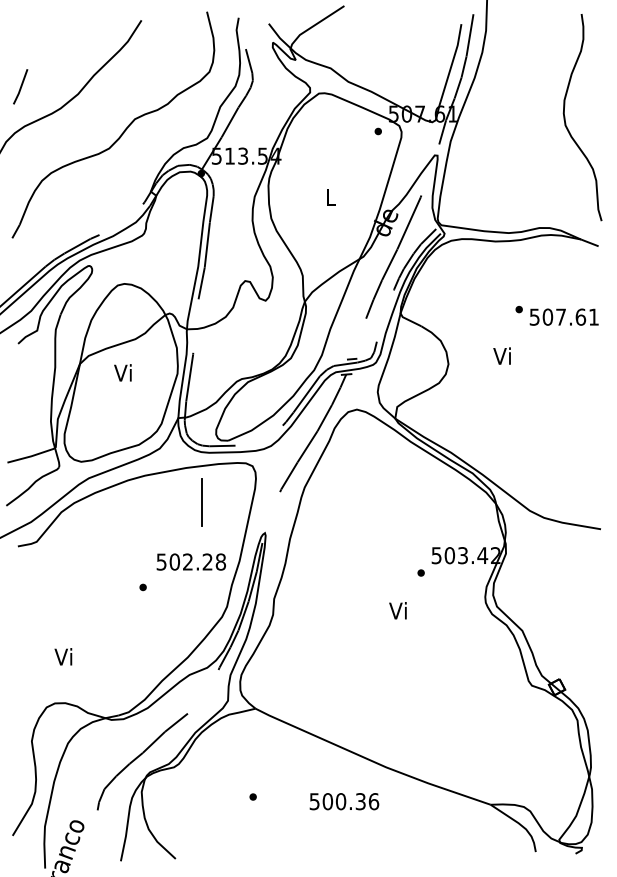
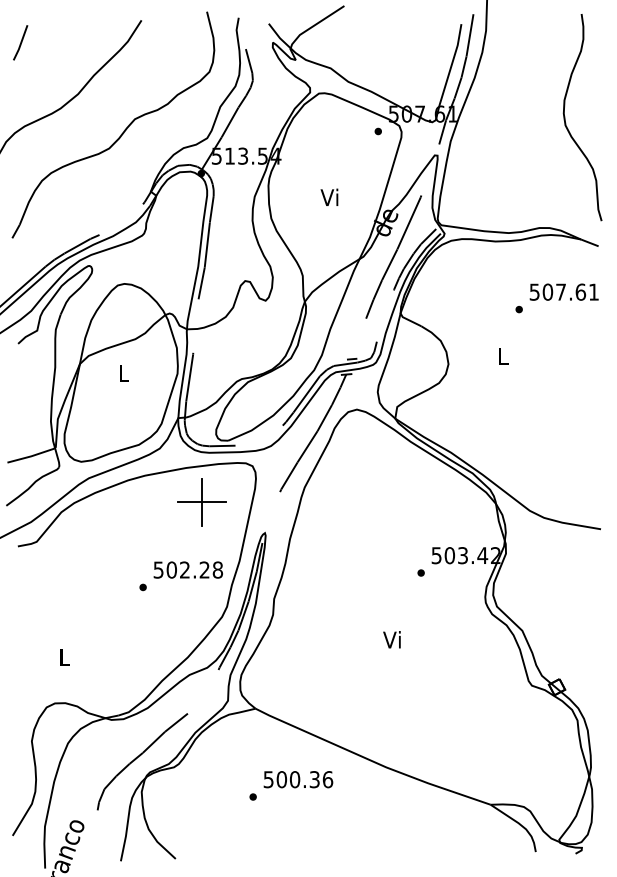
line at (20, 86) position: (20, 86) -> (20, 42)
text at (329, 197): L -> Vi
text at (563, 316) position: (563, 316) -> (563, 291)
text at (501, 355): Vi -> L
text at (122, 372): Vi -> L
line at (201, 502): none -> present
text at (190, 561) position: (190, 561) -> (187, 569)
text at (397, 610) position: (397, 610) -> (391, 639)
text at (63, 656): Vi -> L
text at (344, 801) position: (344, 801) -> (298, 779)
